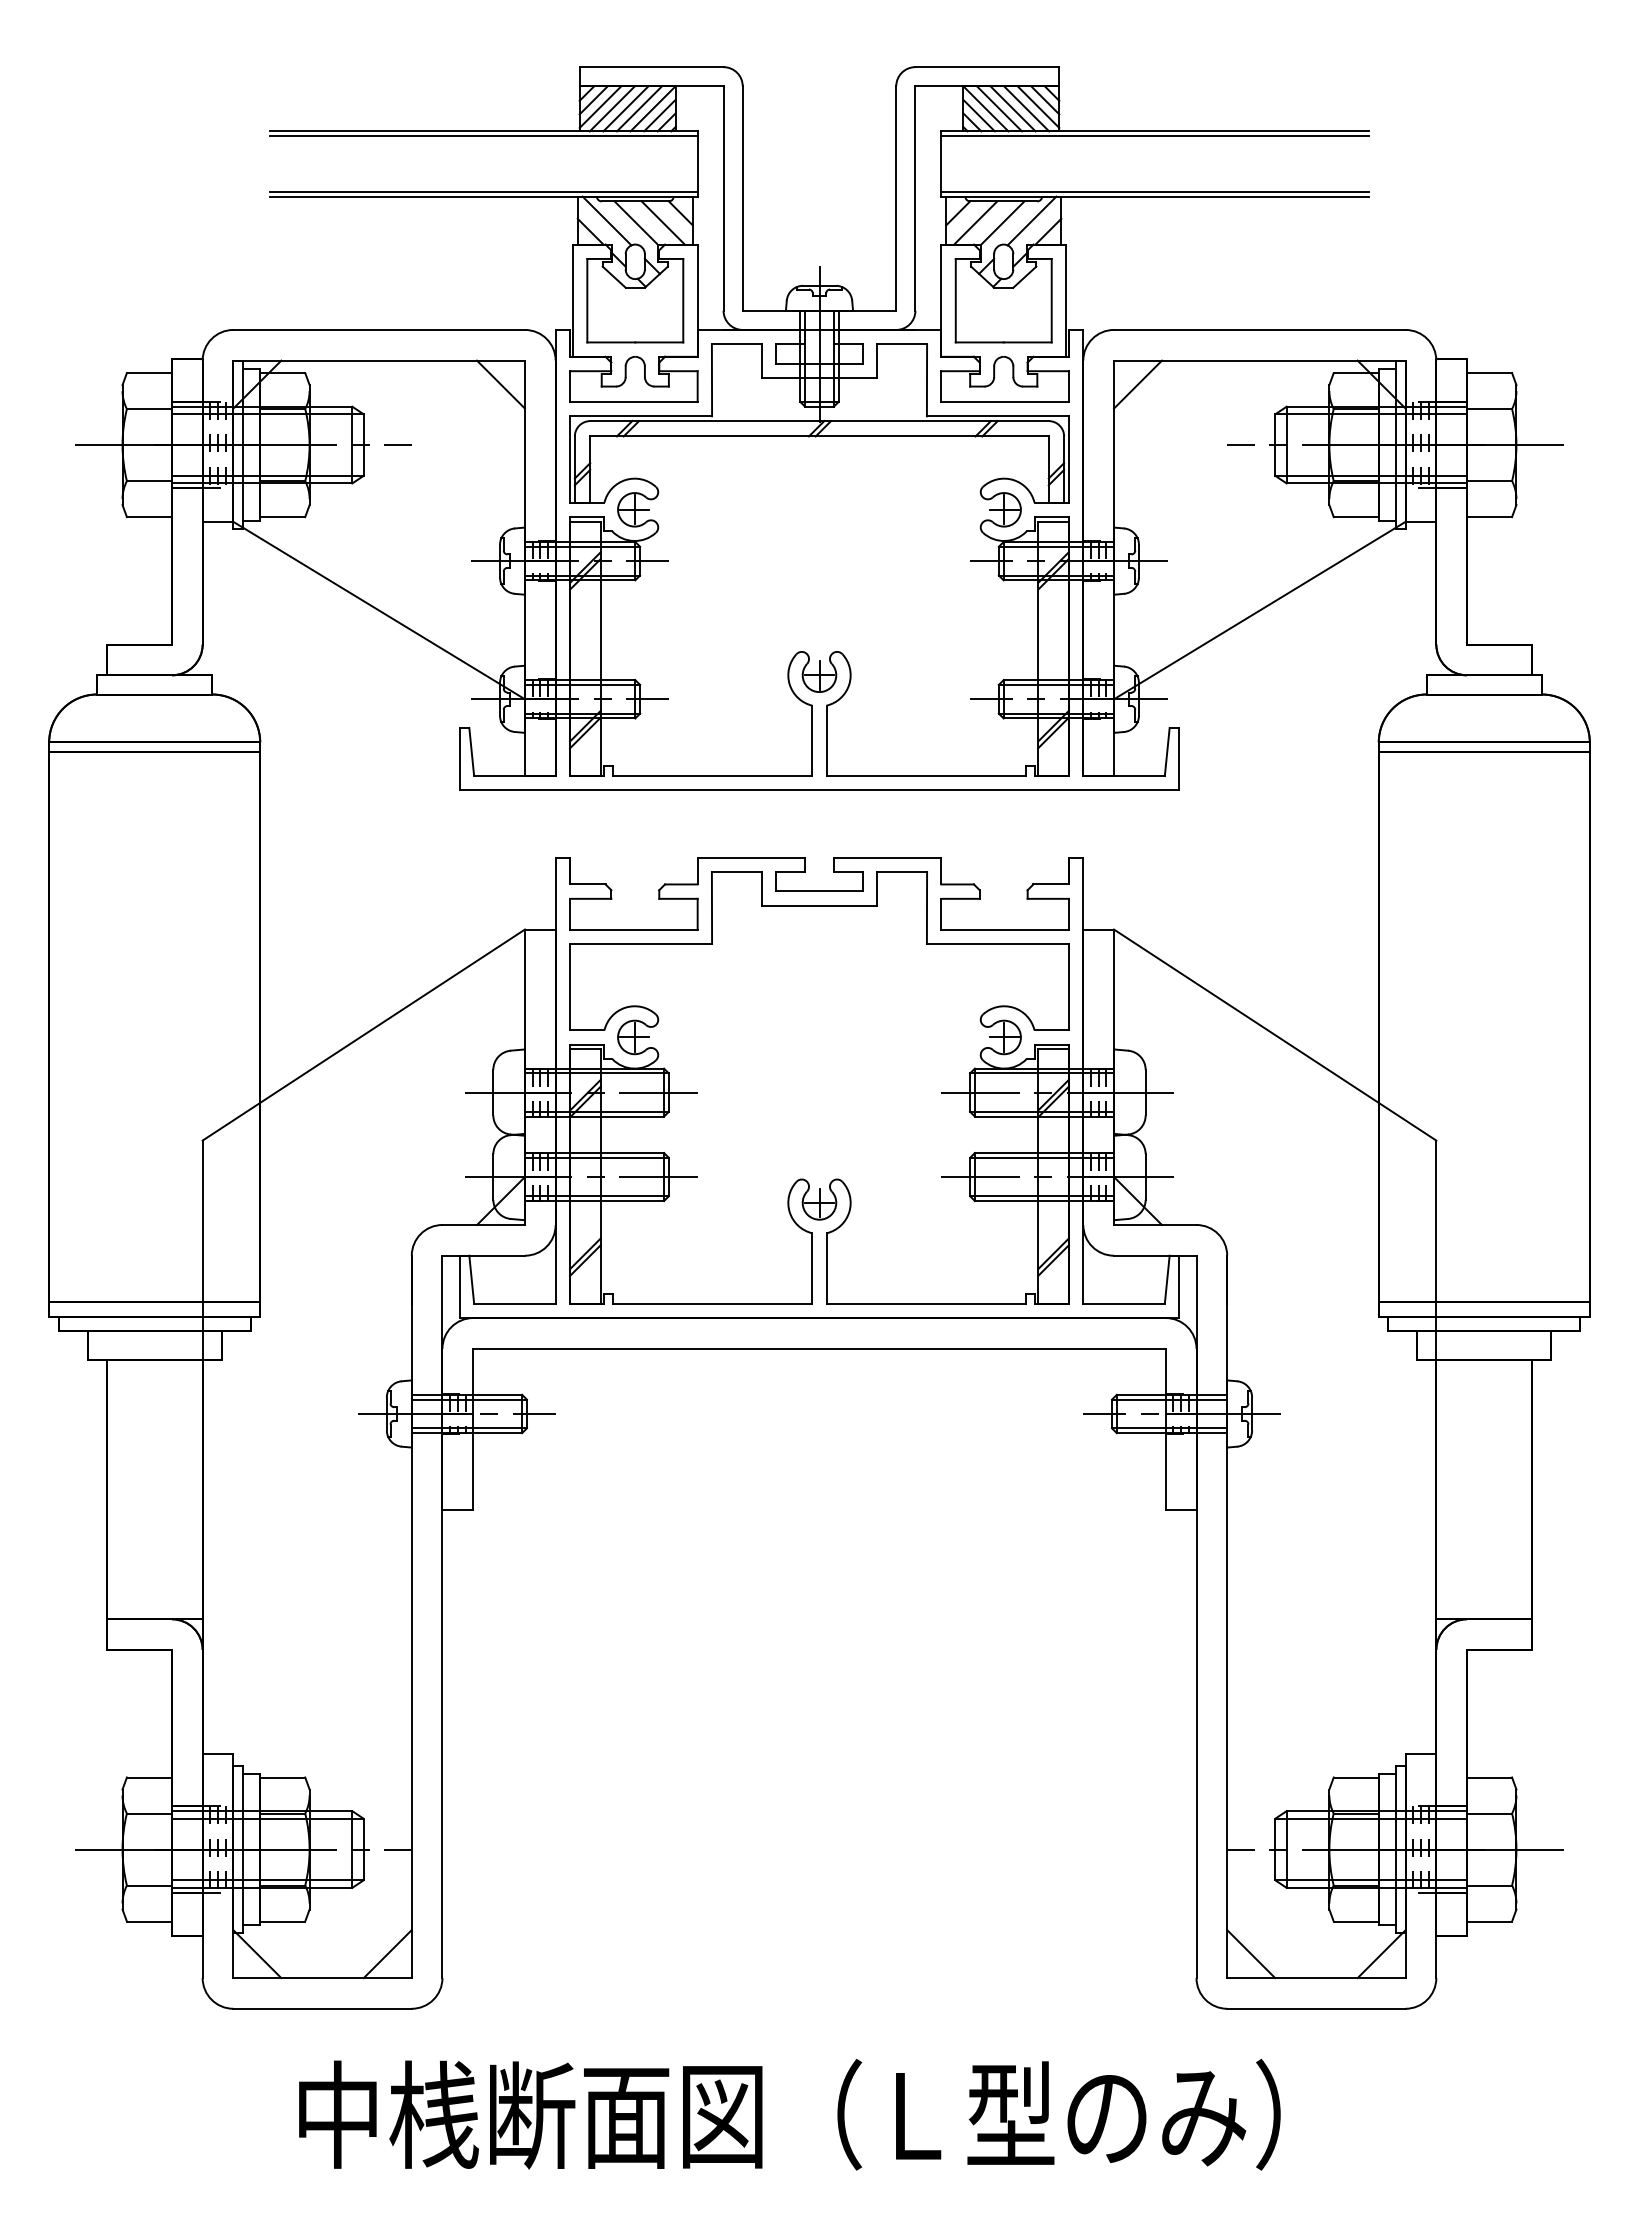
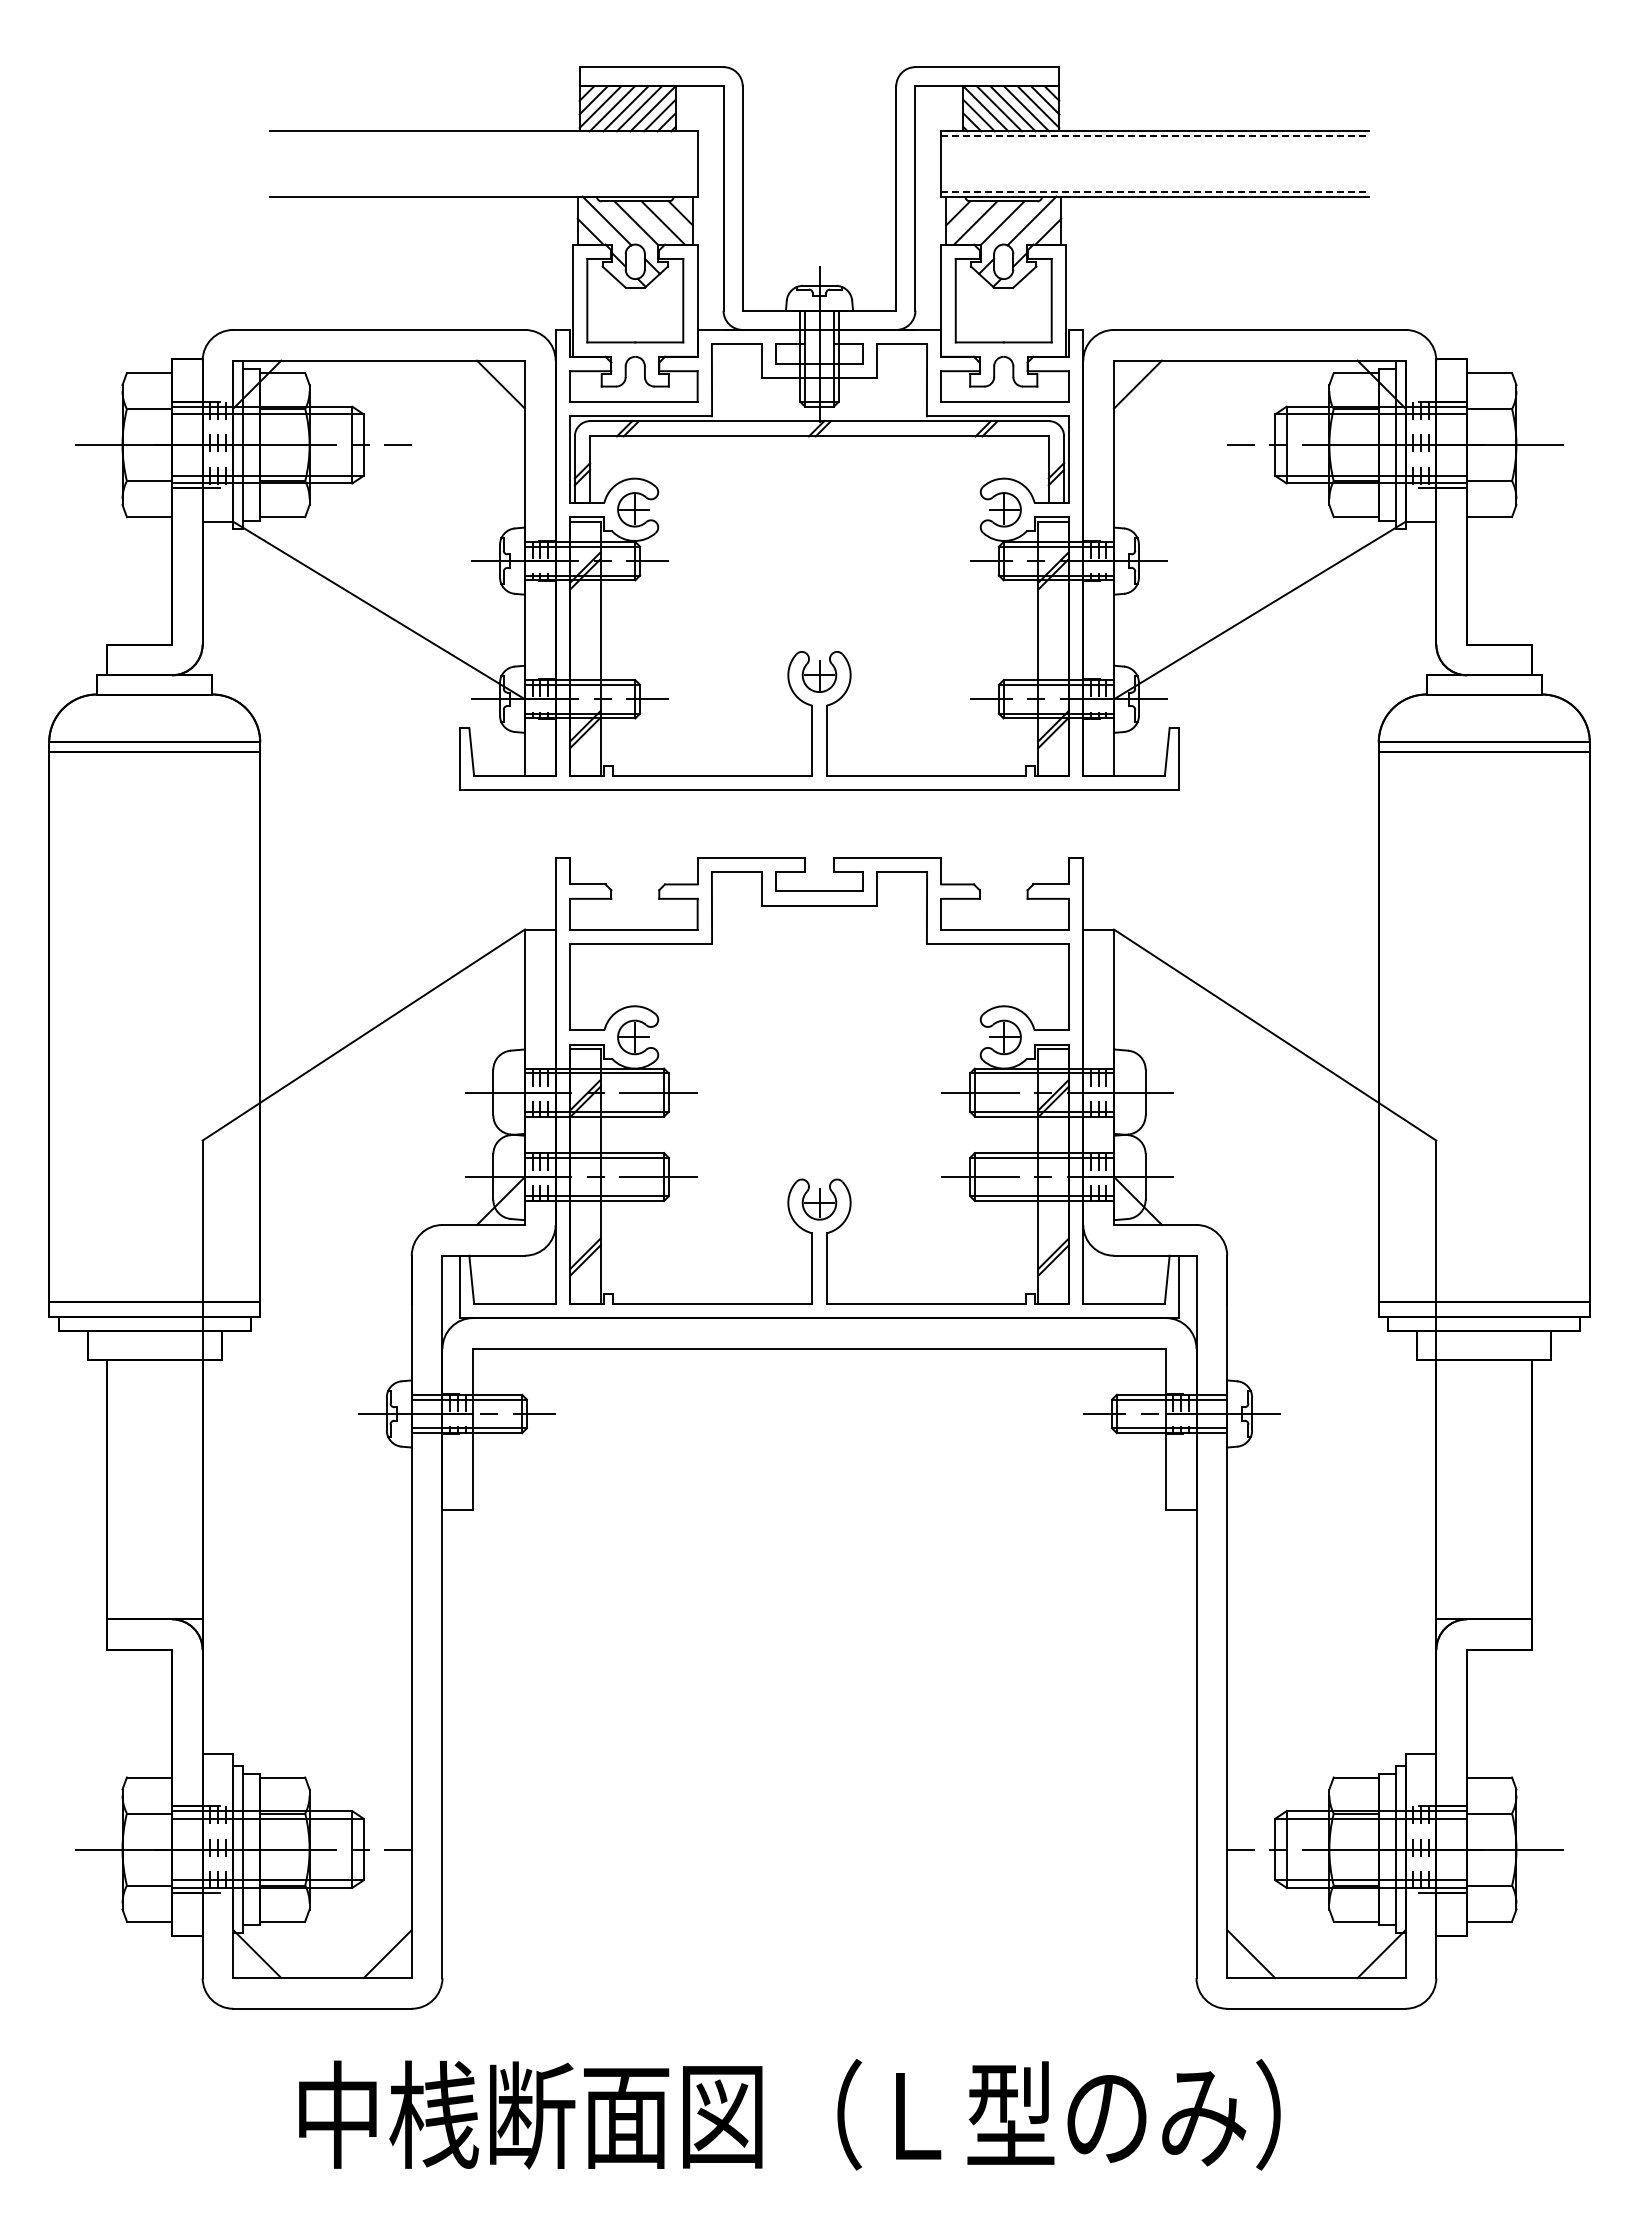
line at (483, 136): present -> none
line at (1155, 136): solid -> dashed
line at (483, 191): present -> none
line at (1155, 191): solid -> dashed
